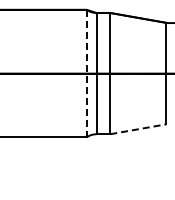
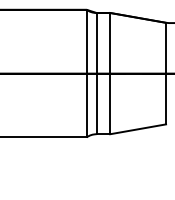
line at (86, 73): dashed -> solid
line at (138, 129): dashed -> solid
